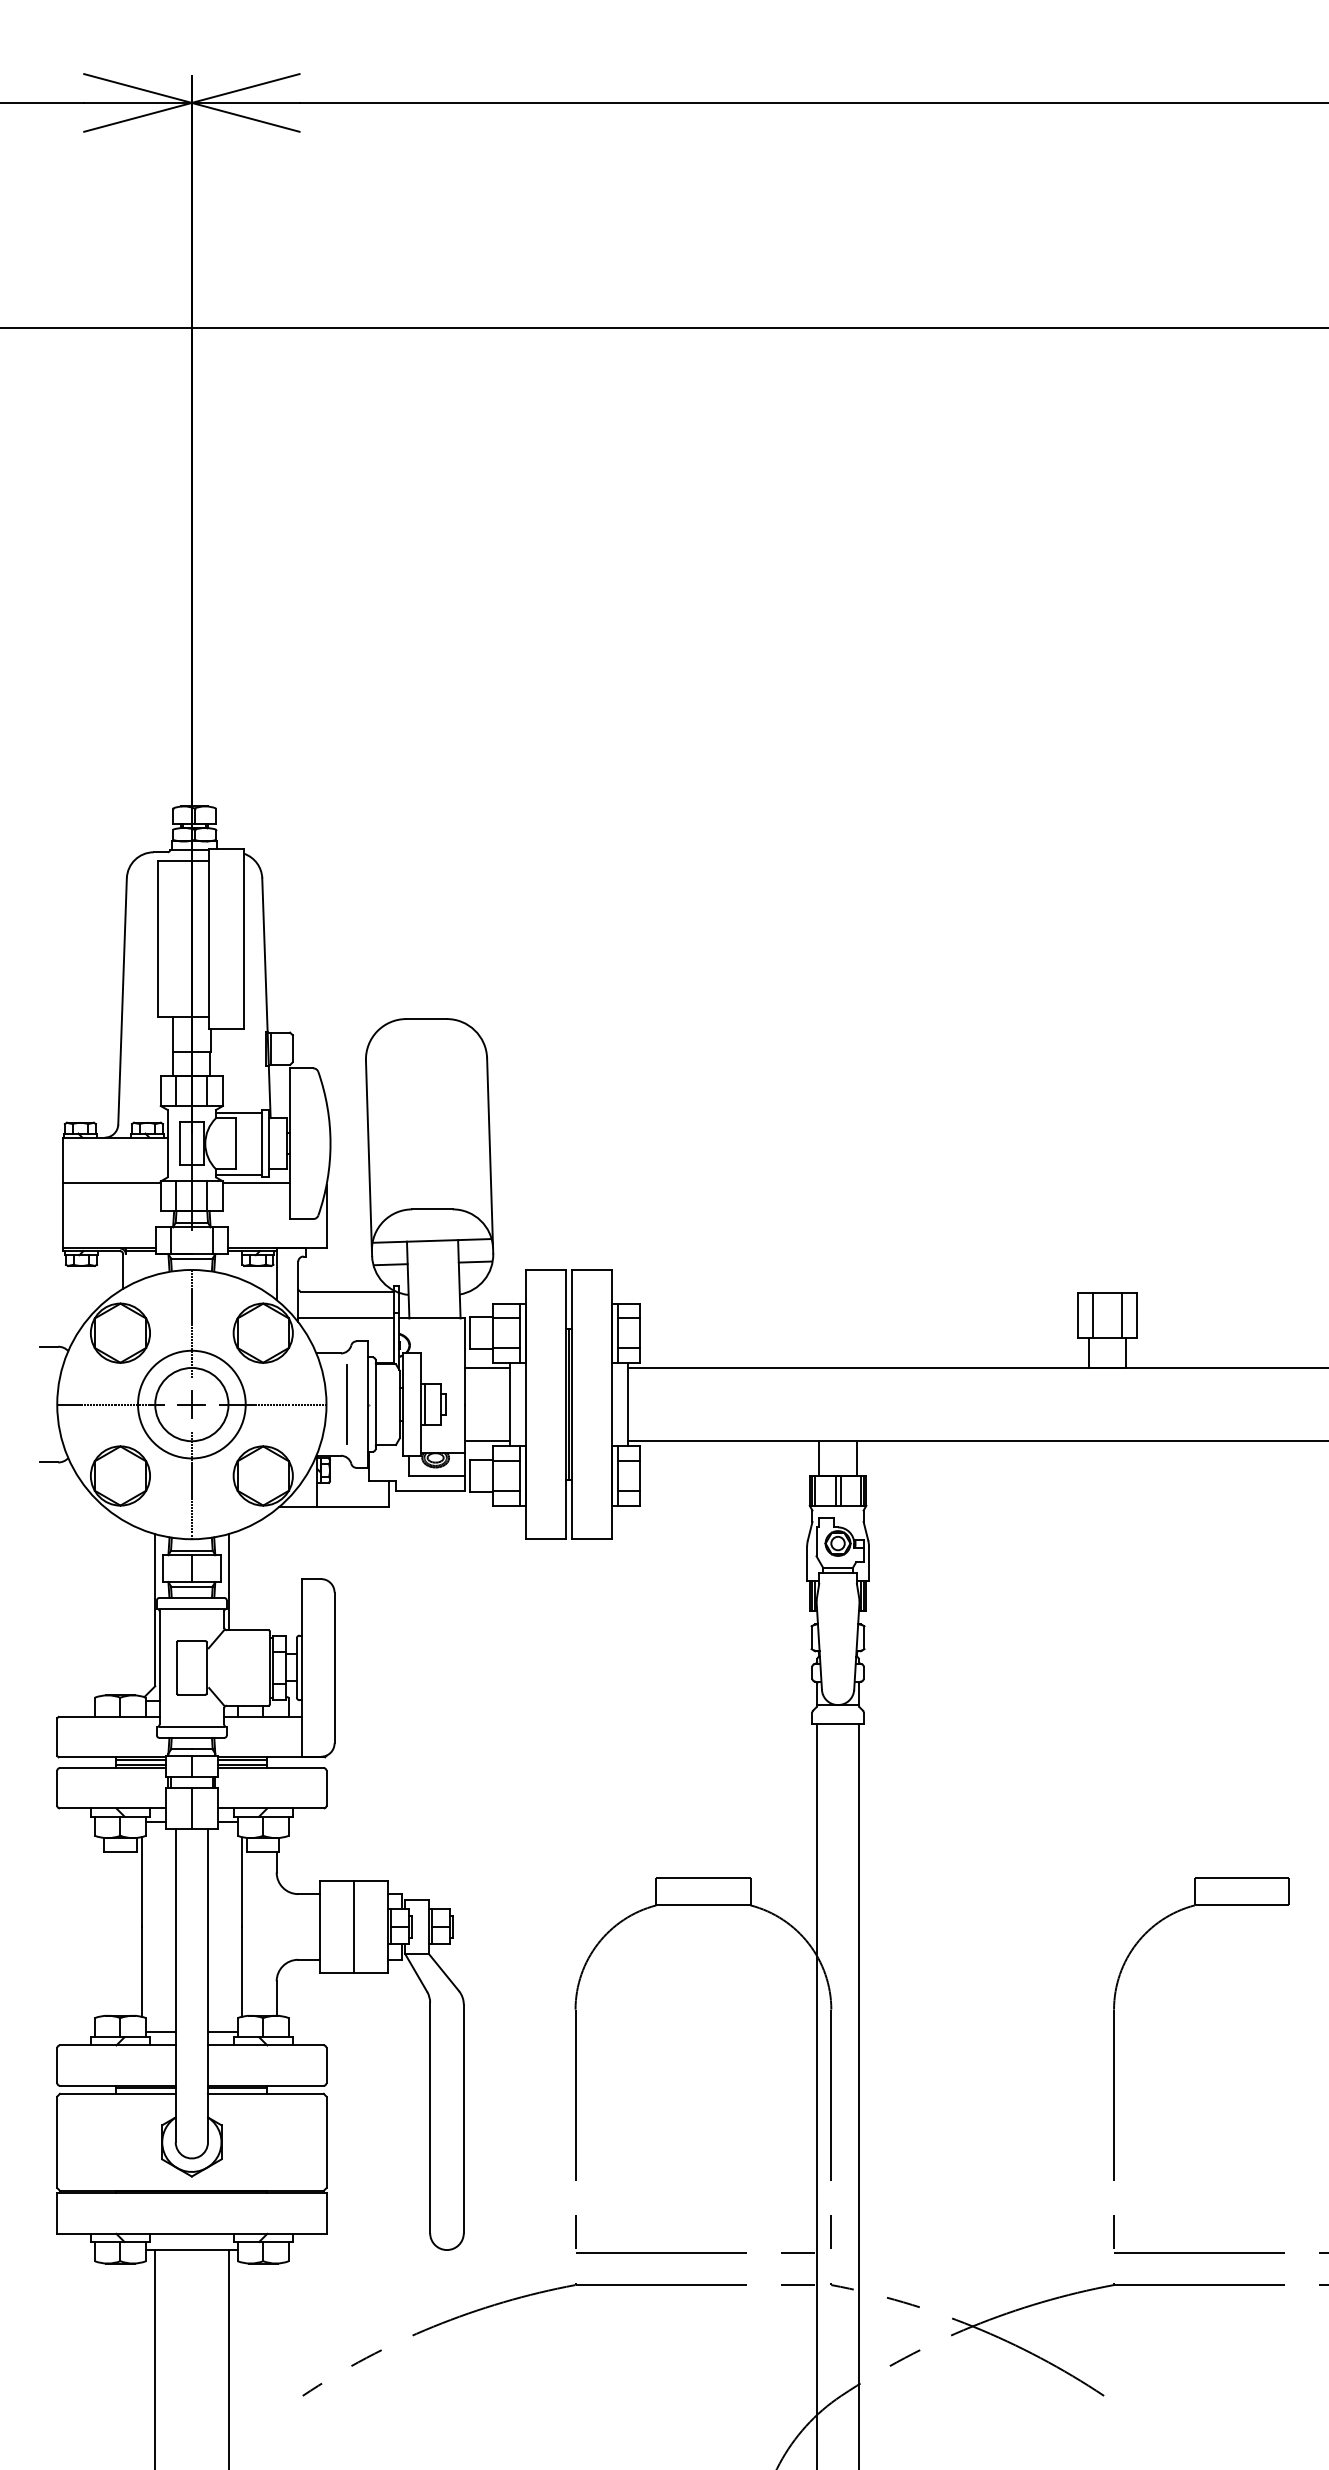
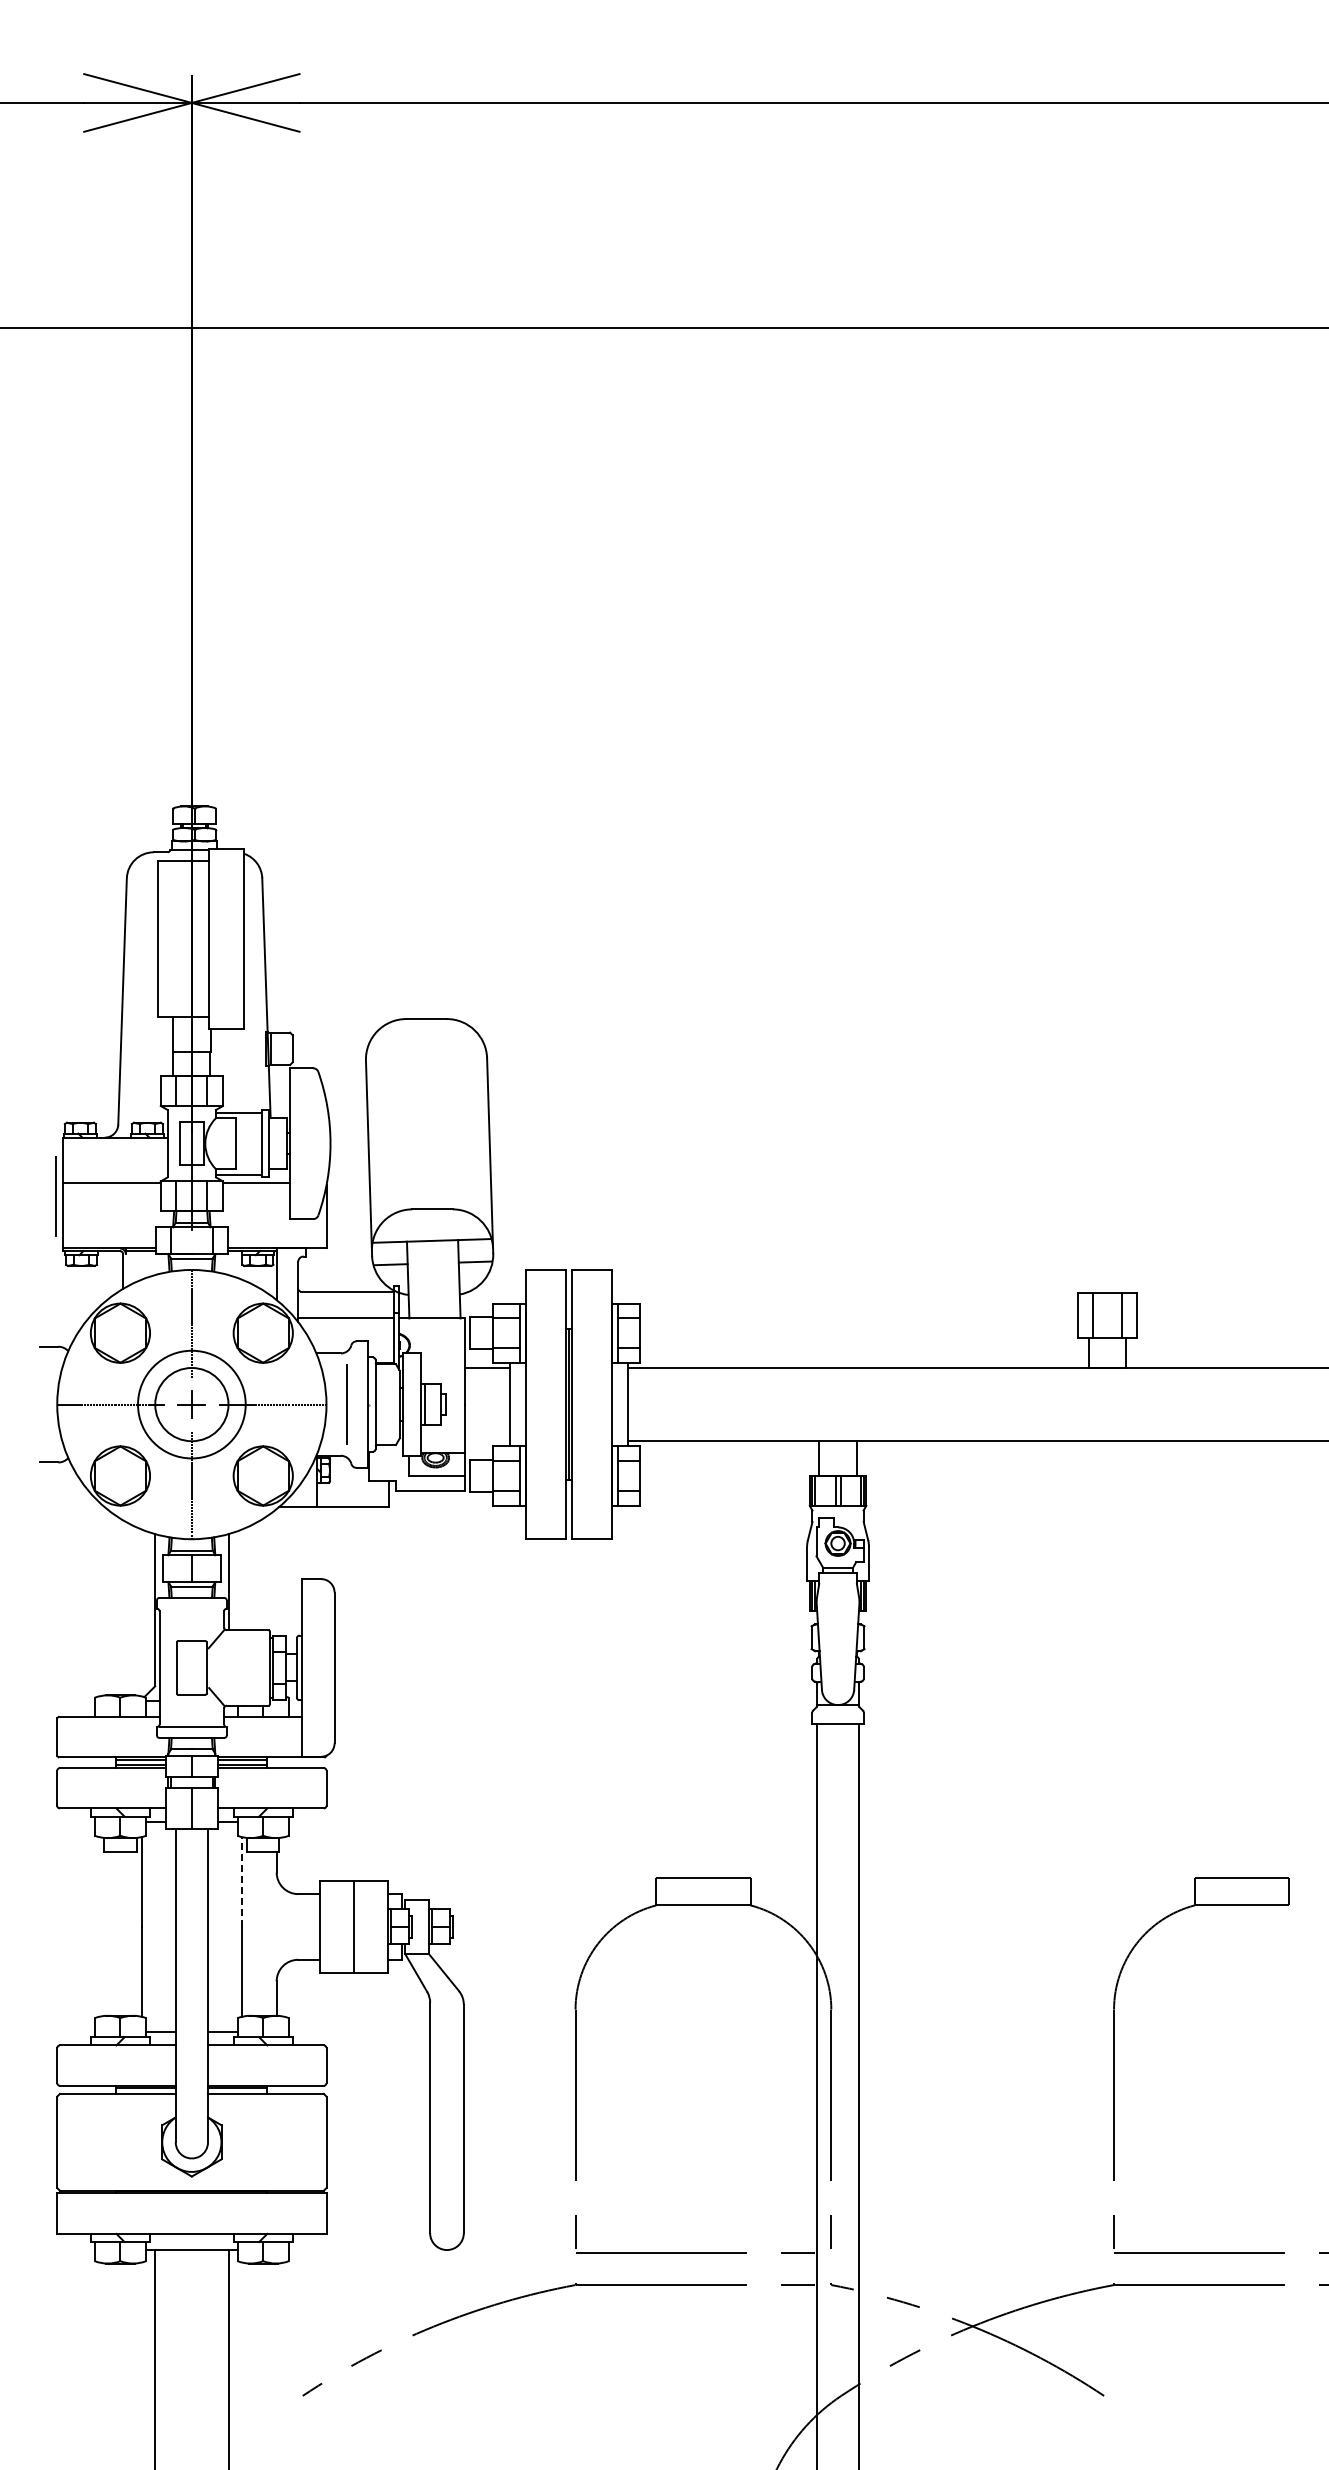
line at (55, 1196): none -> present
line at (486, 1441): present -> none
line at (191, 1608): present -> none
line at (241, 1882): solid -> dashed
